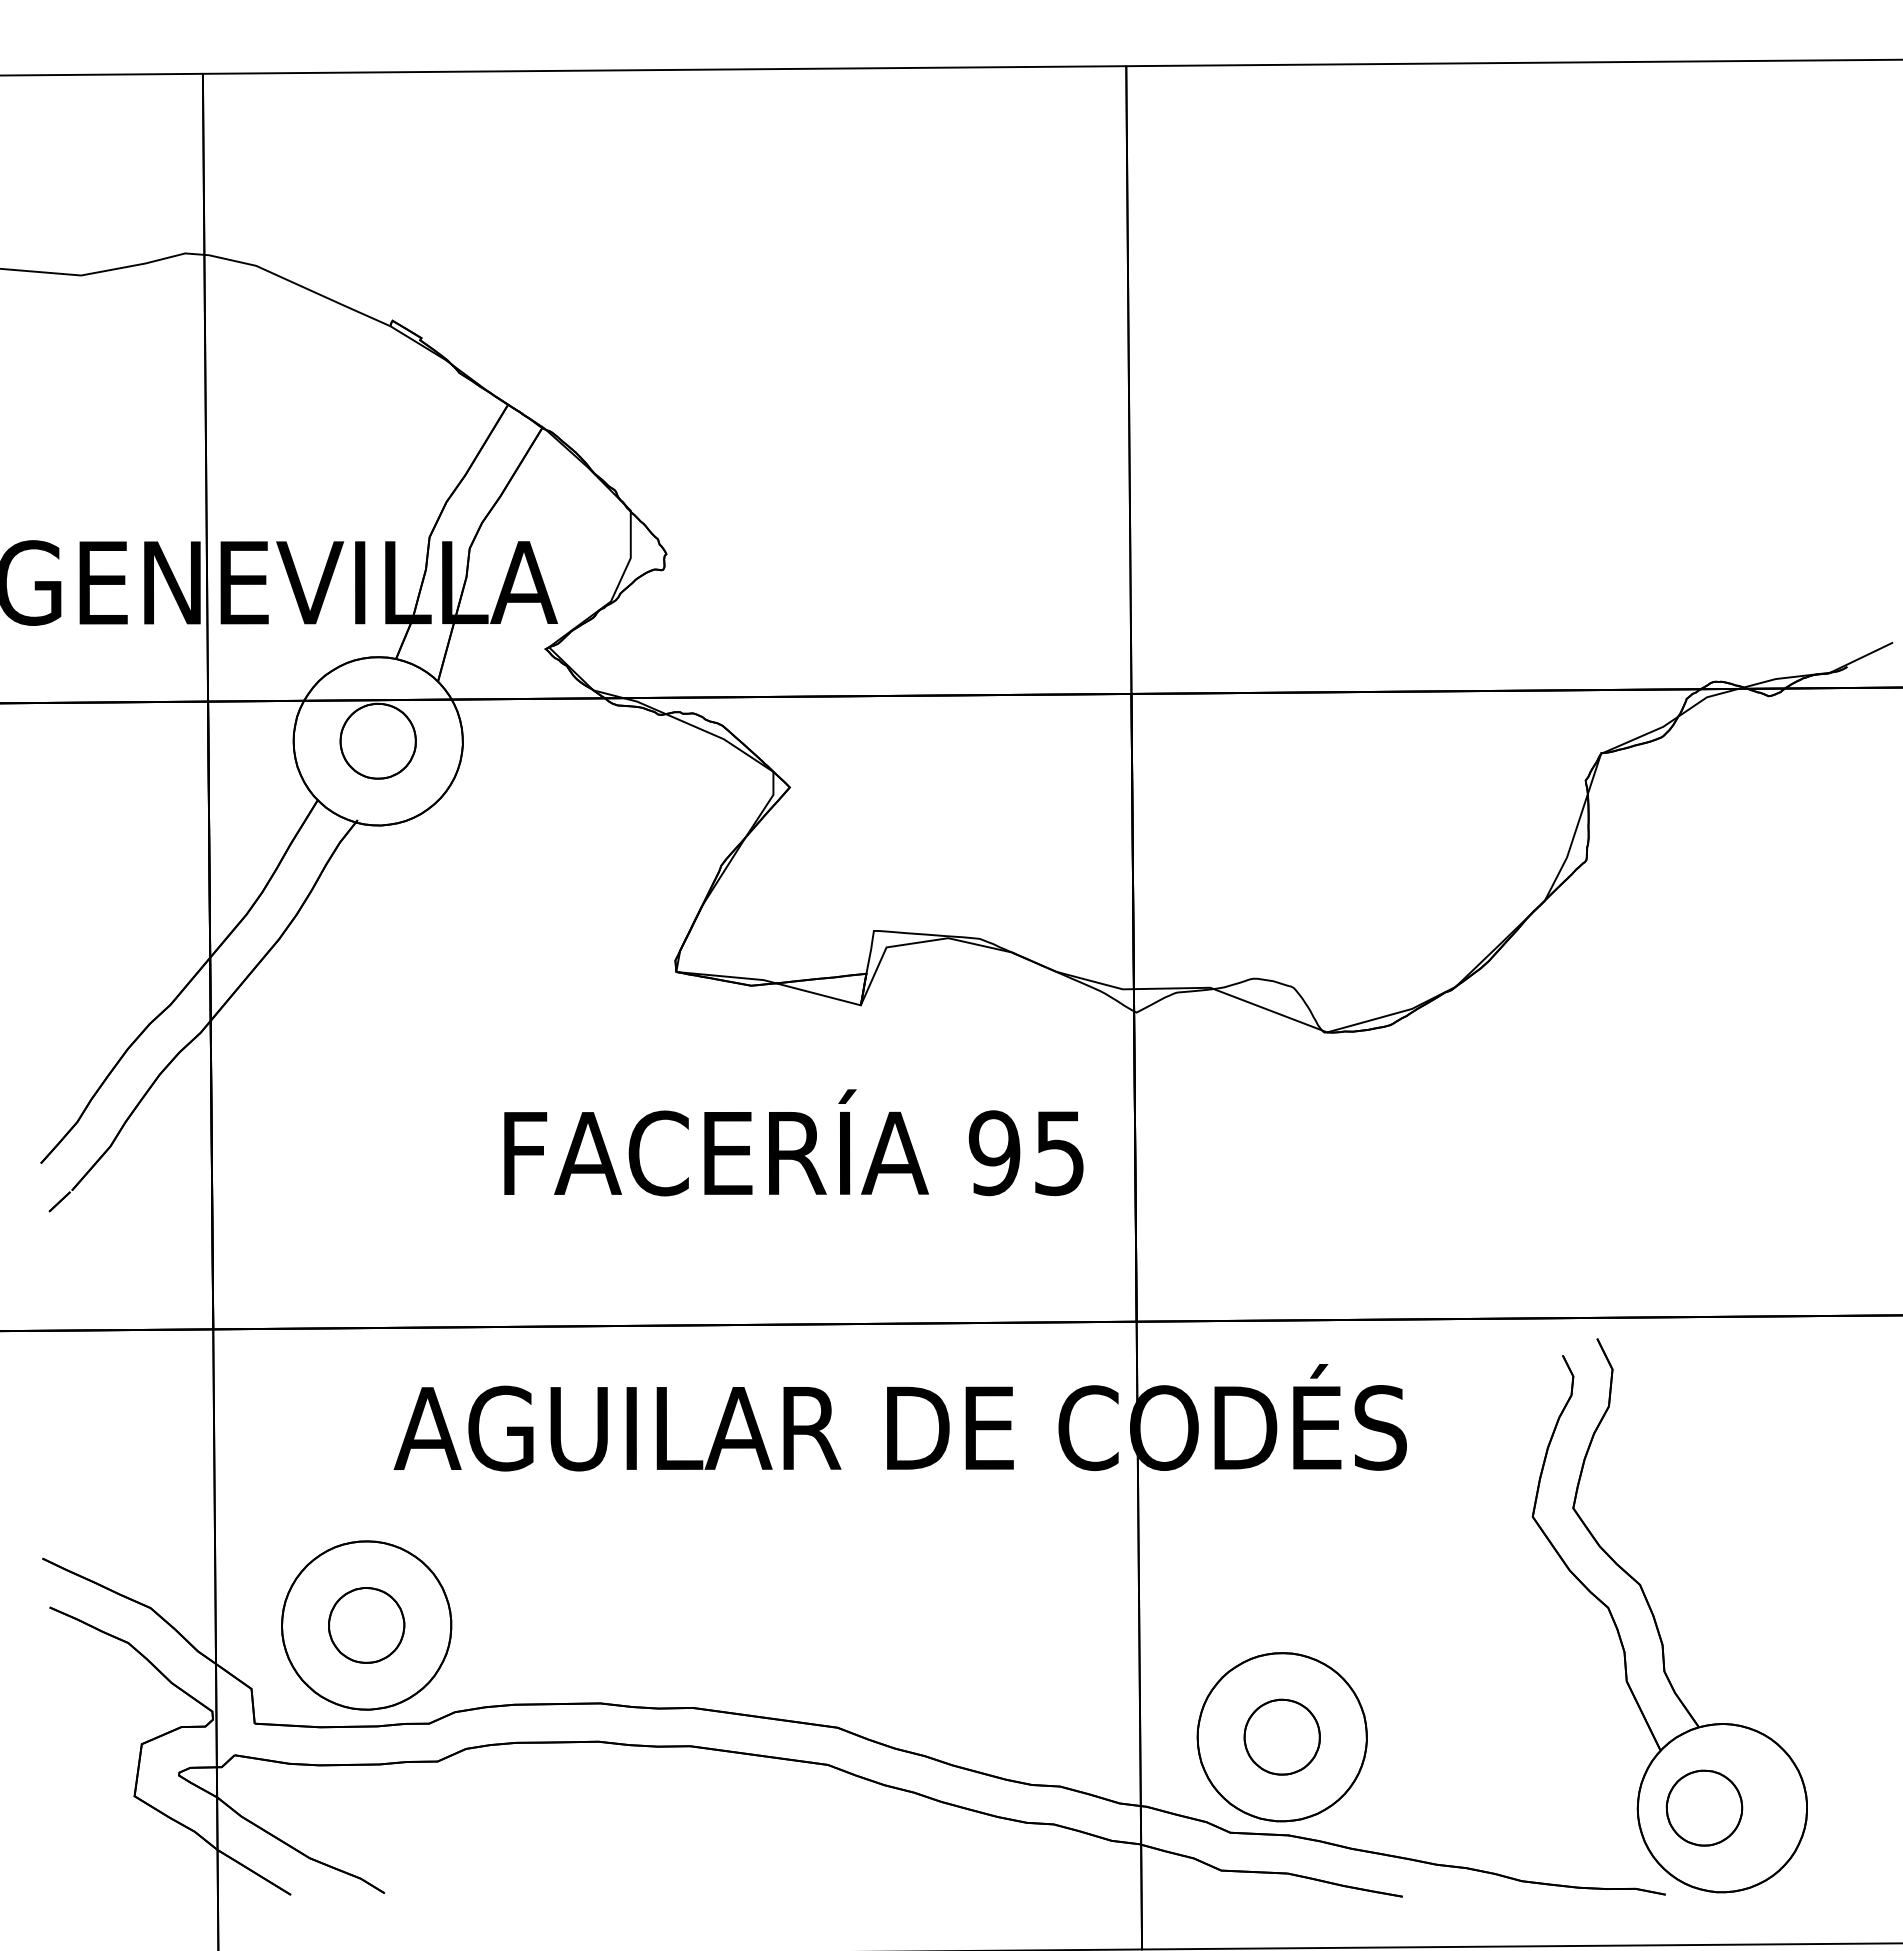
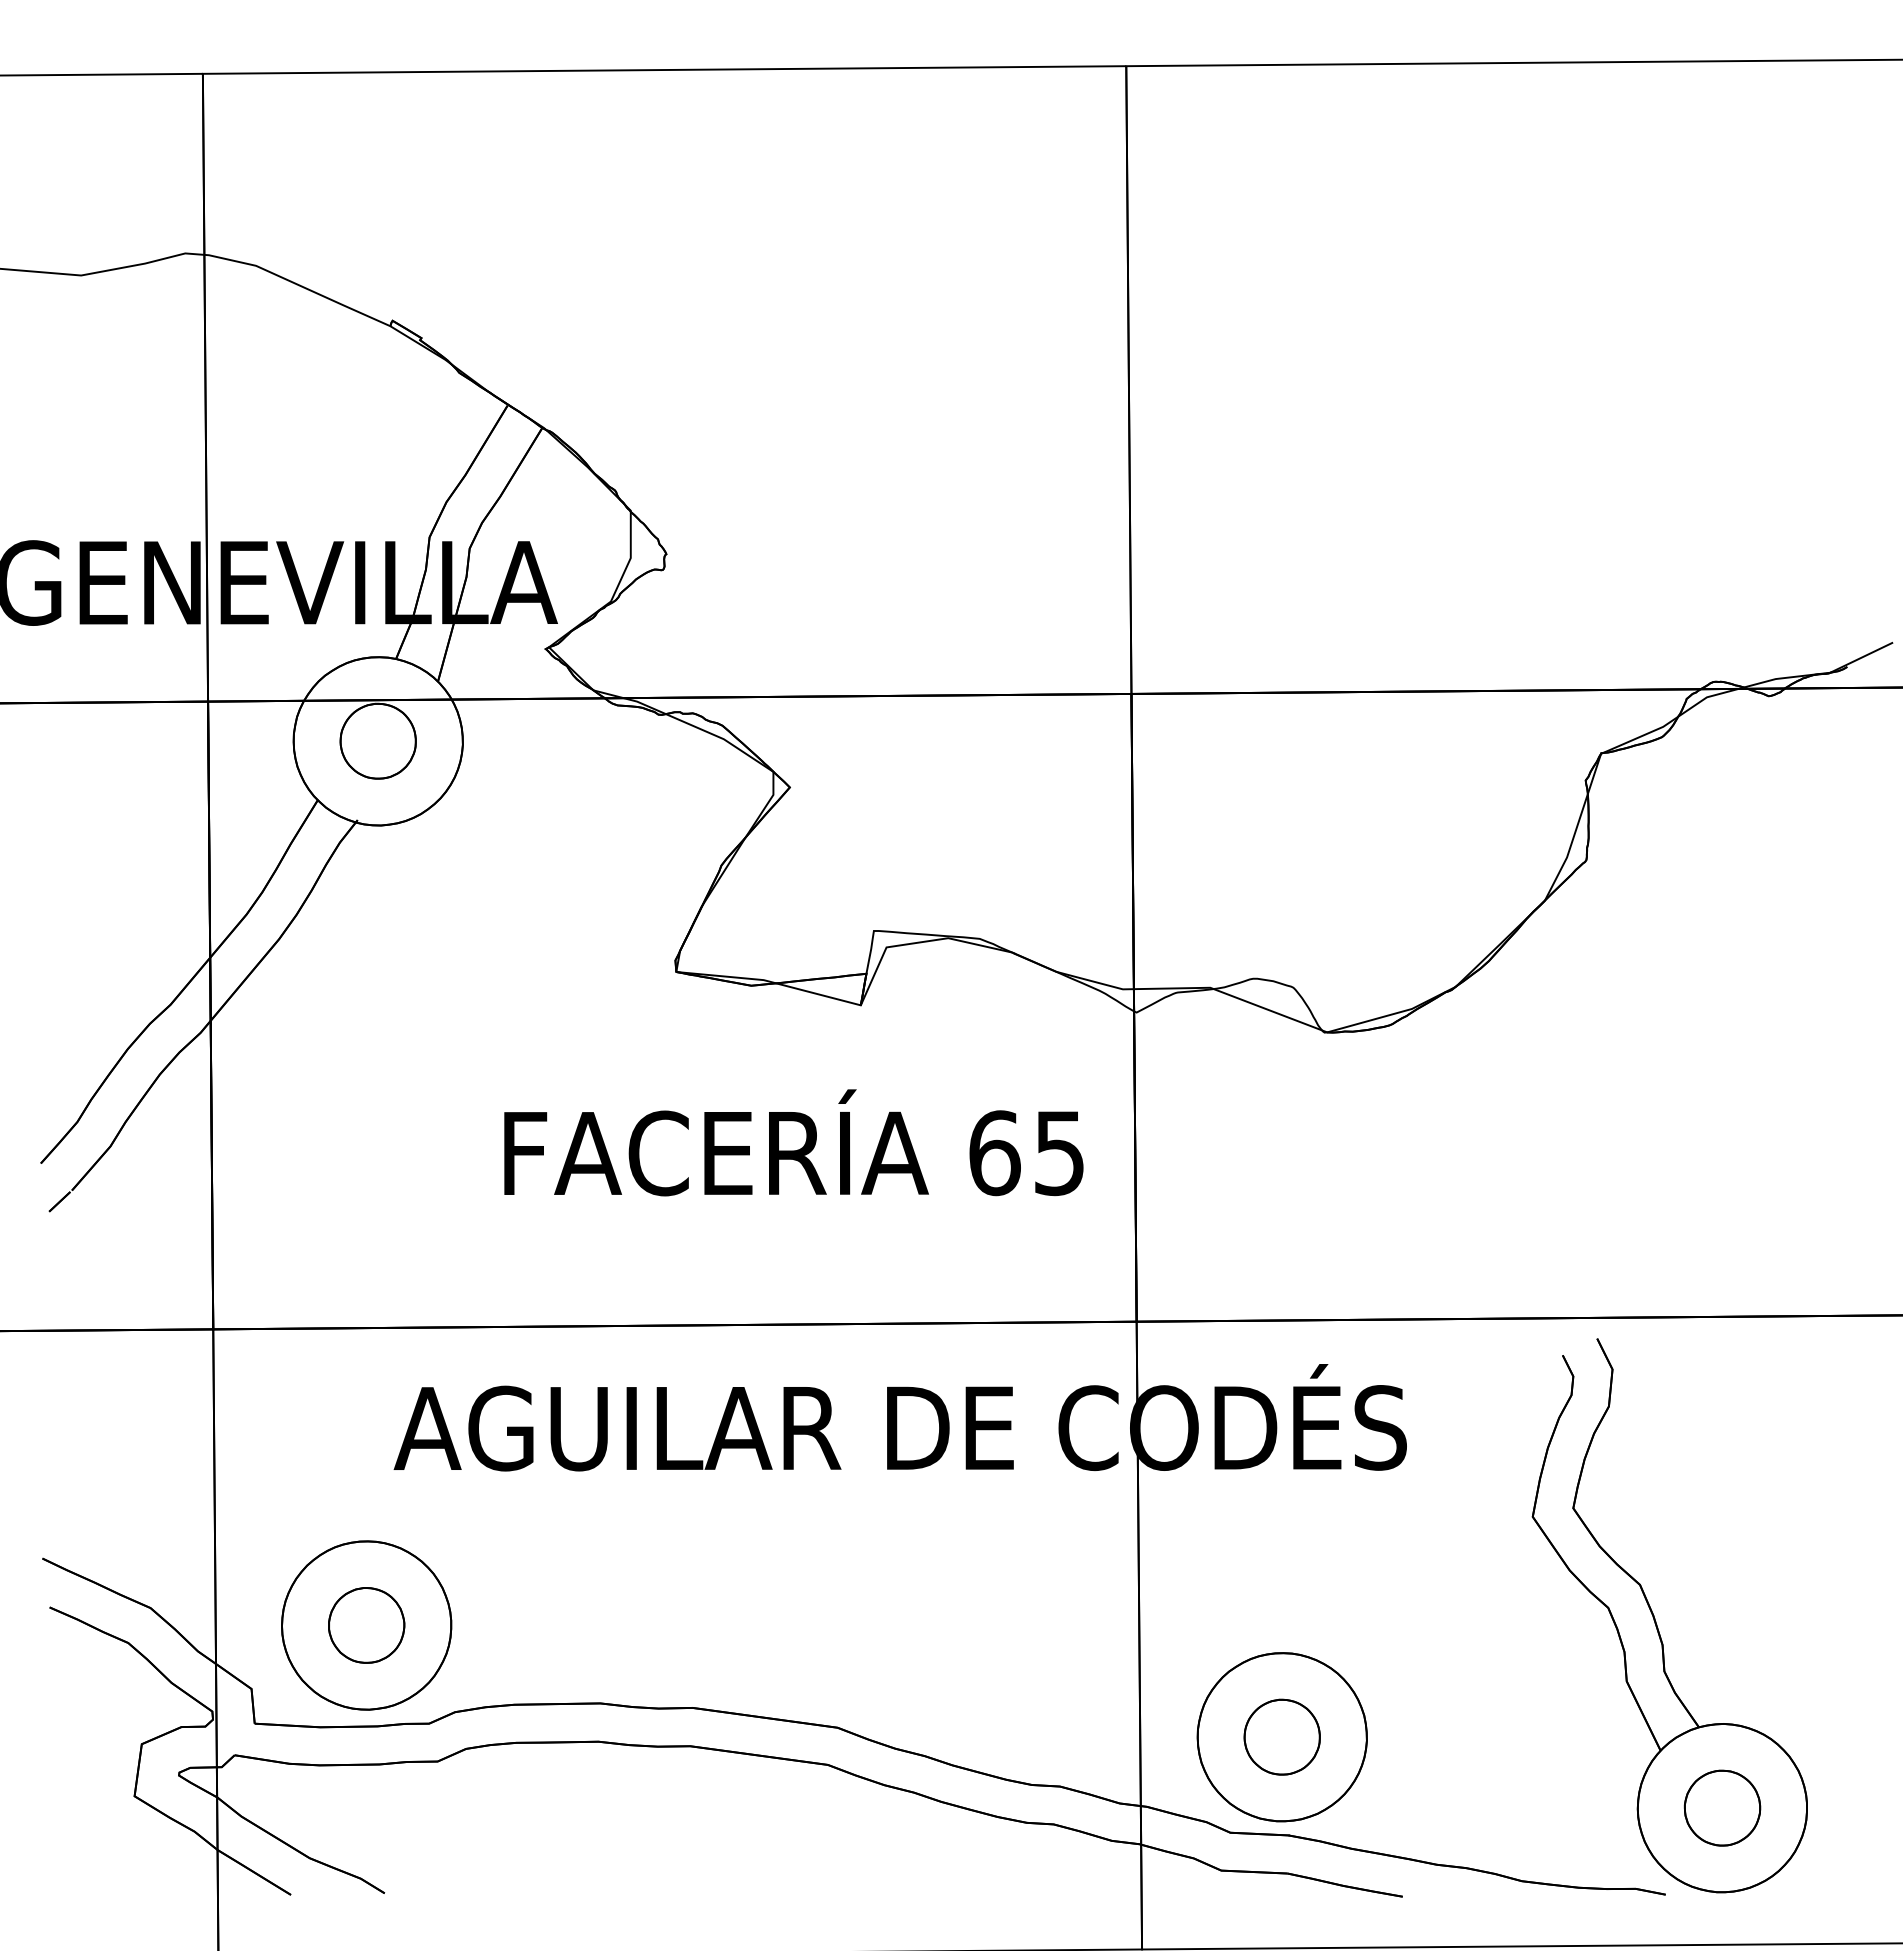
text at (994, 1153): 95 -> 65
part at (1704, 1807) position: (1704, 1807) -> (1722, 1807)
